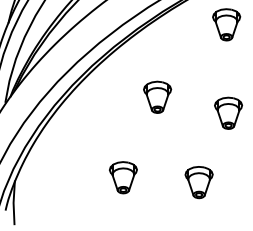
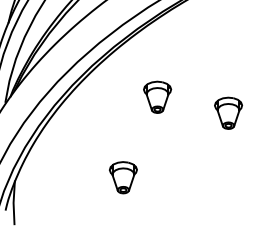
part at (226, 24): present -> none
part at (198, 182): present -> none
